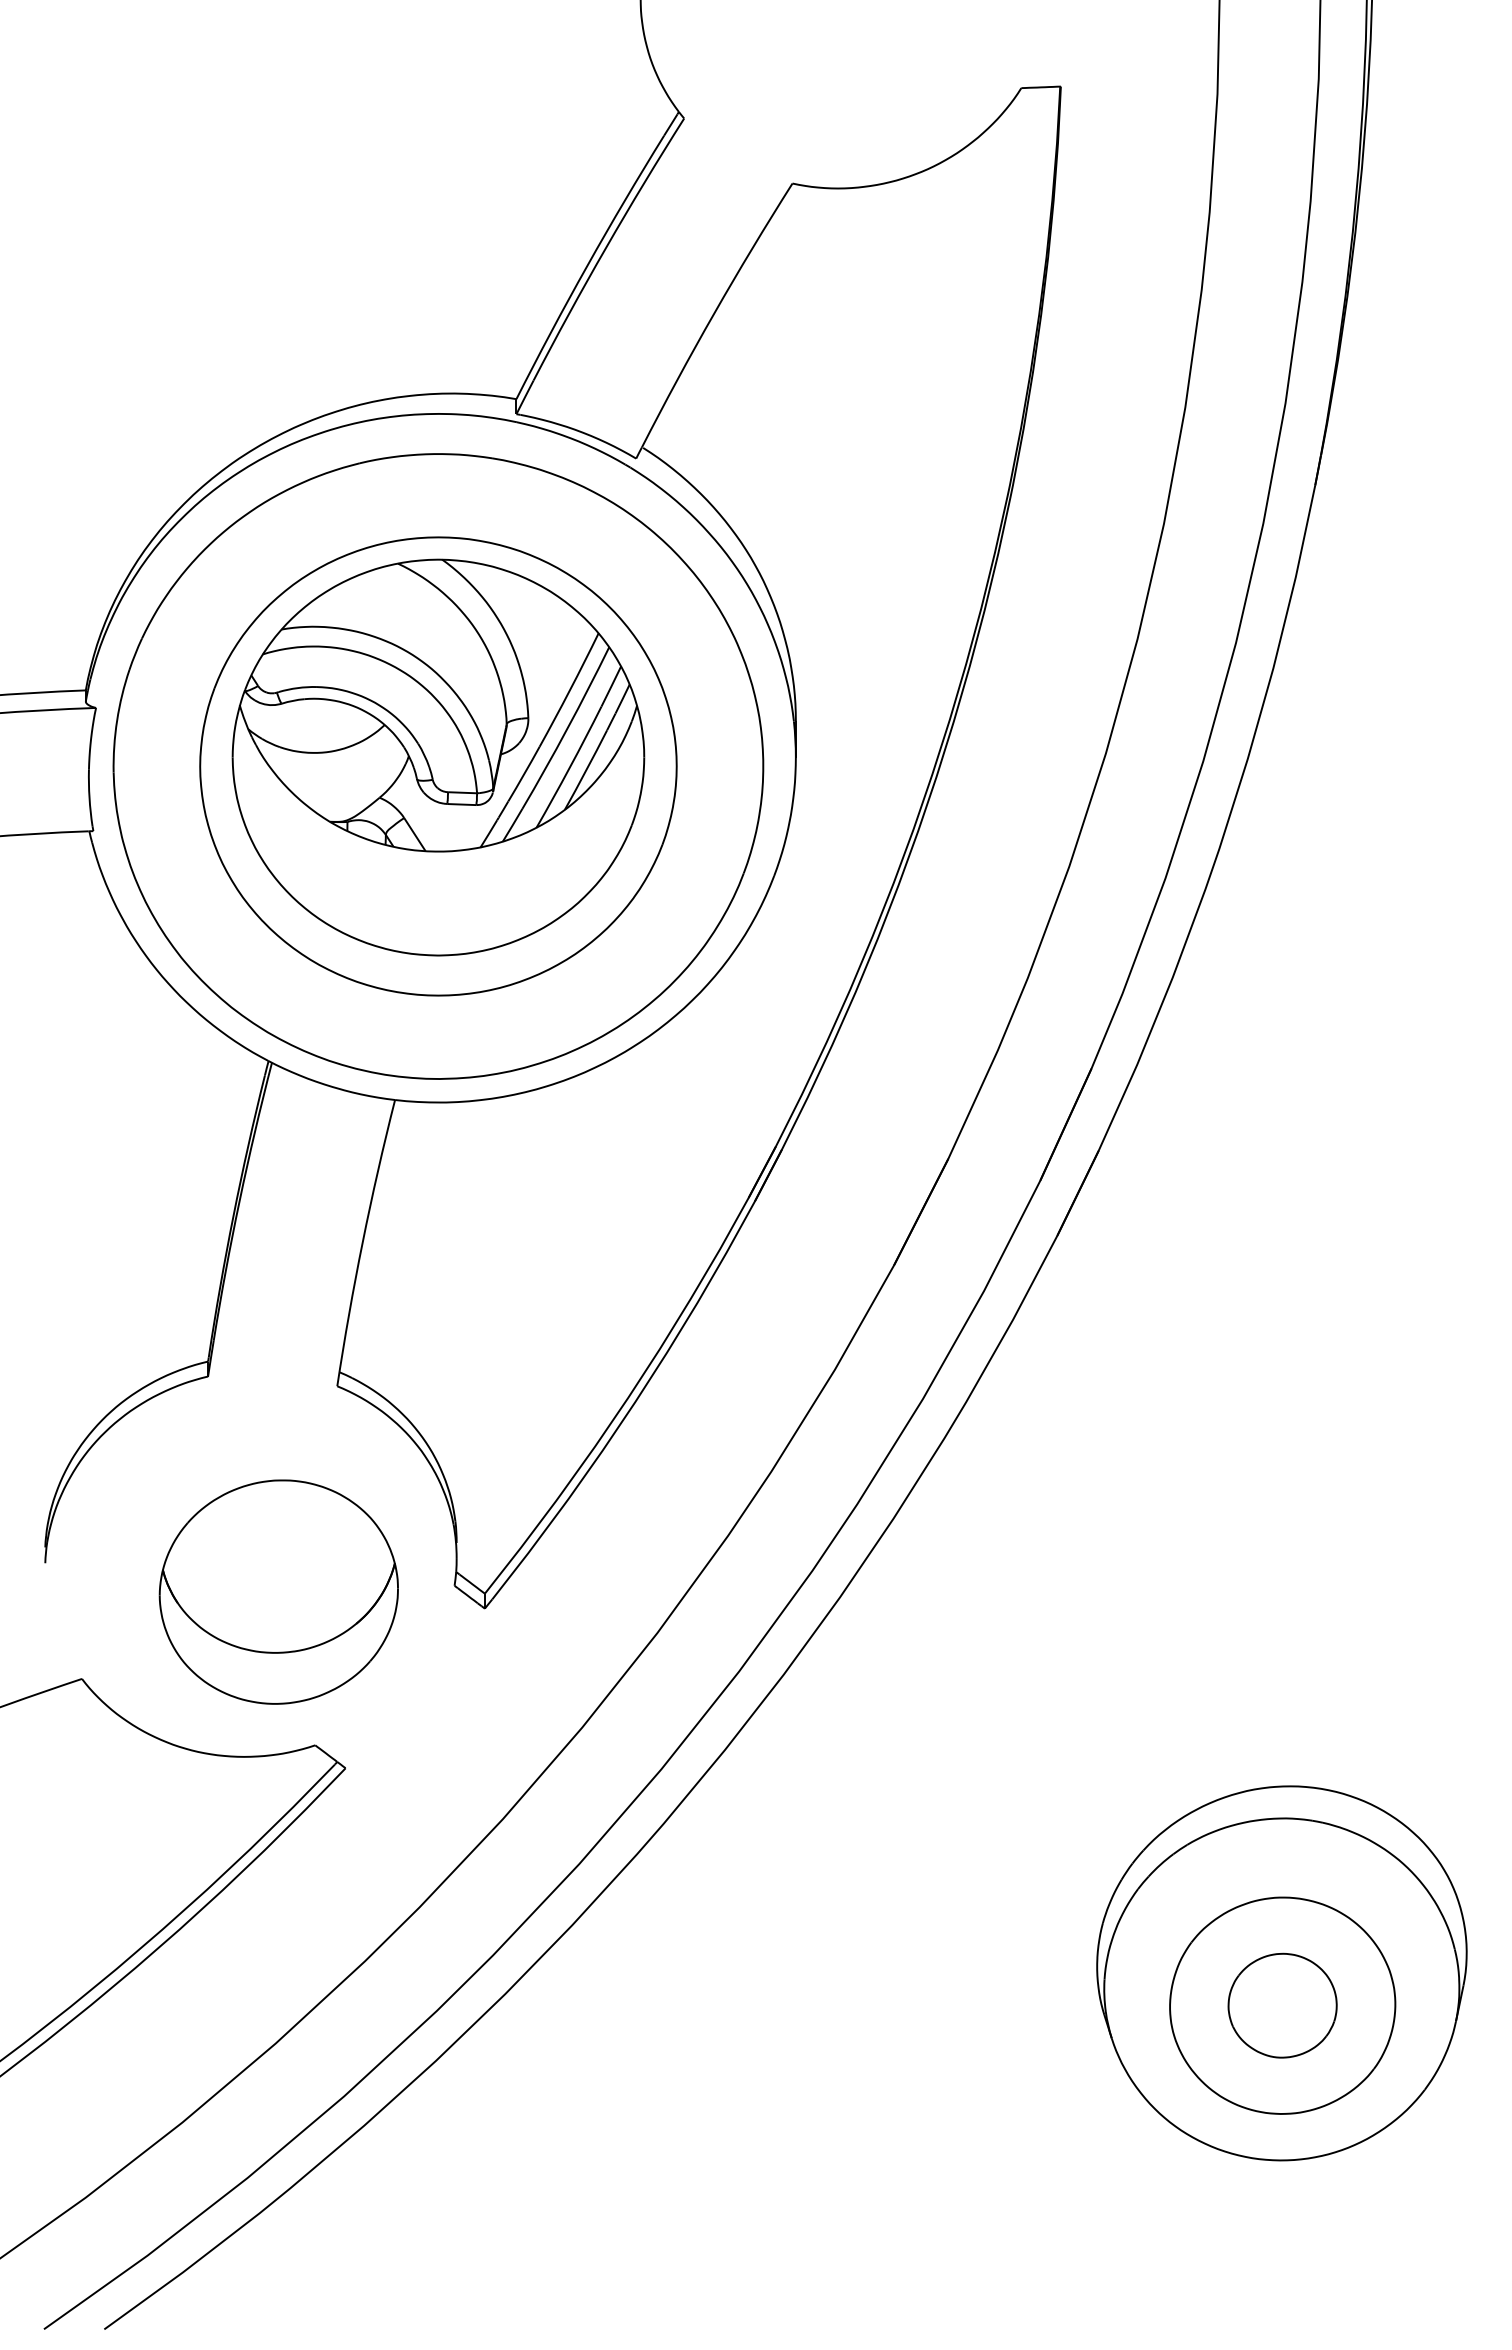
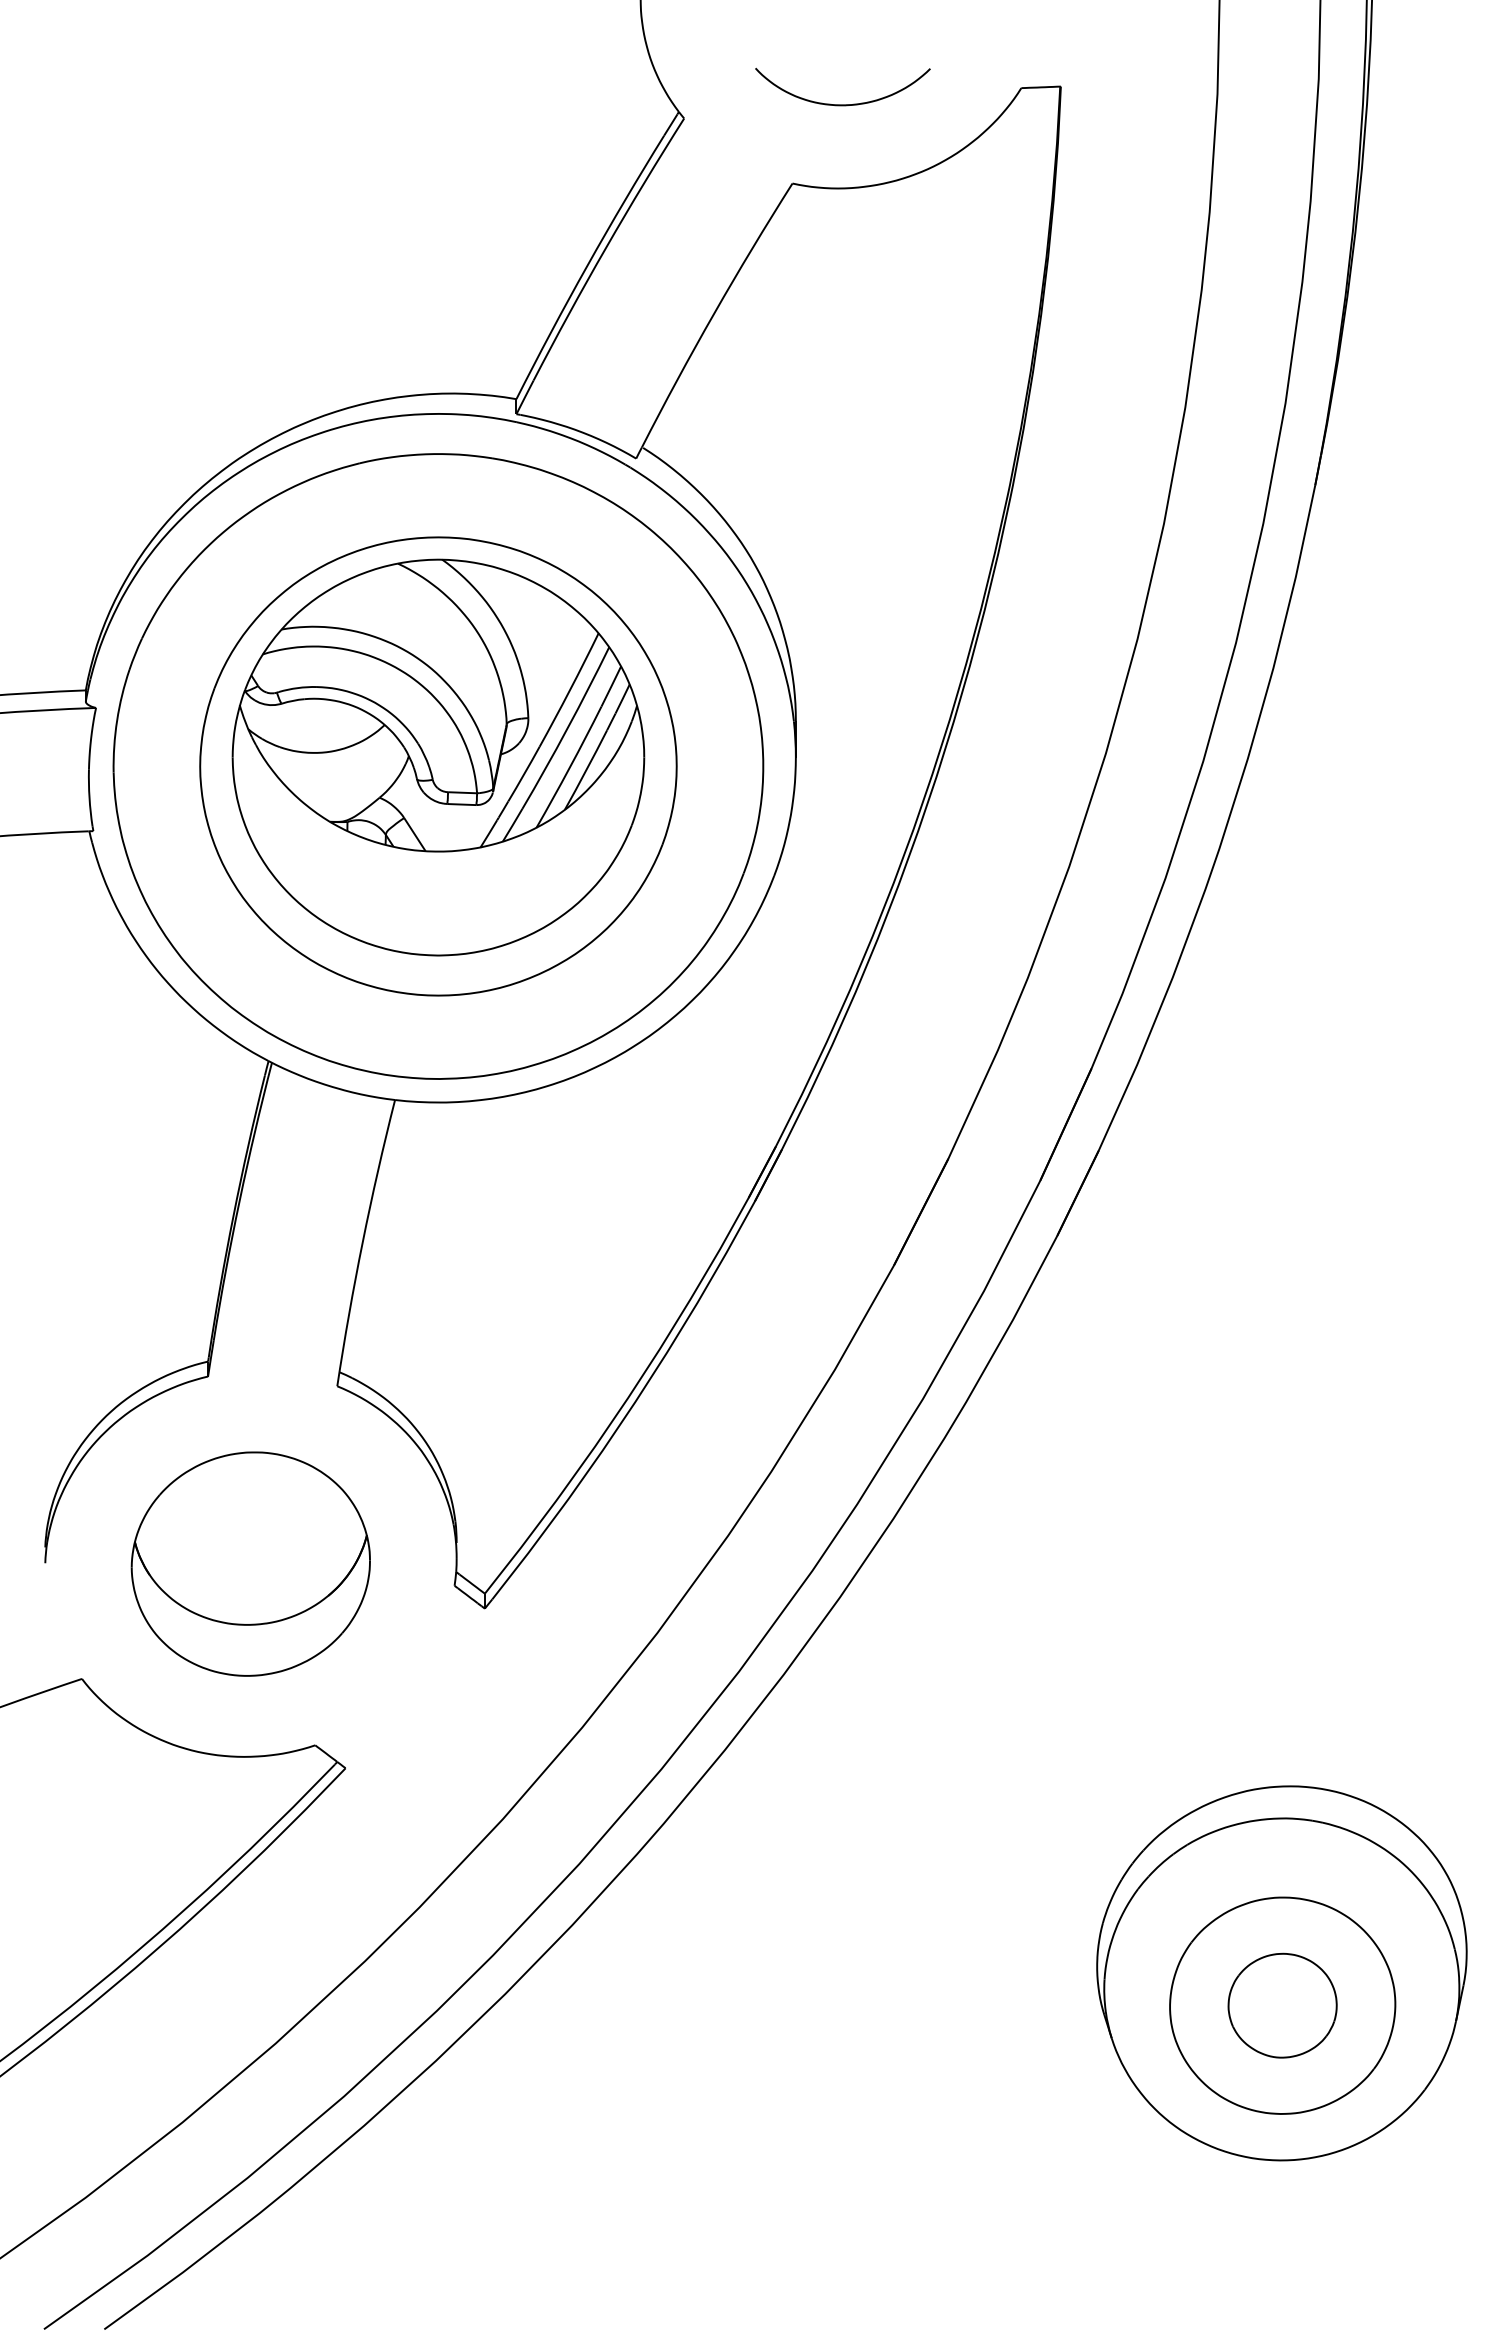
curve at (842, 104): none -> present
part at (278, 1591) position: (278, 1591) -> (250, 1563)
